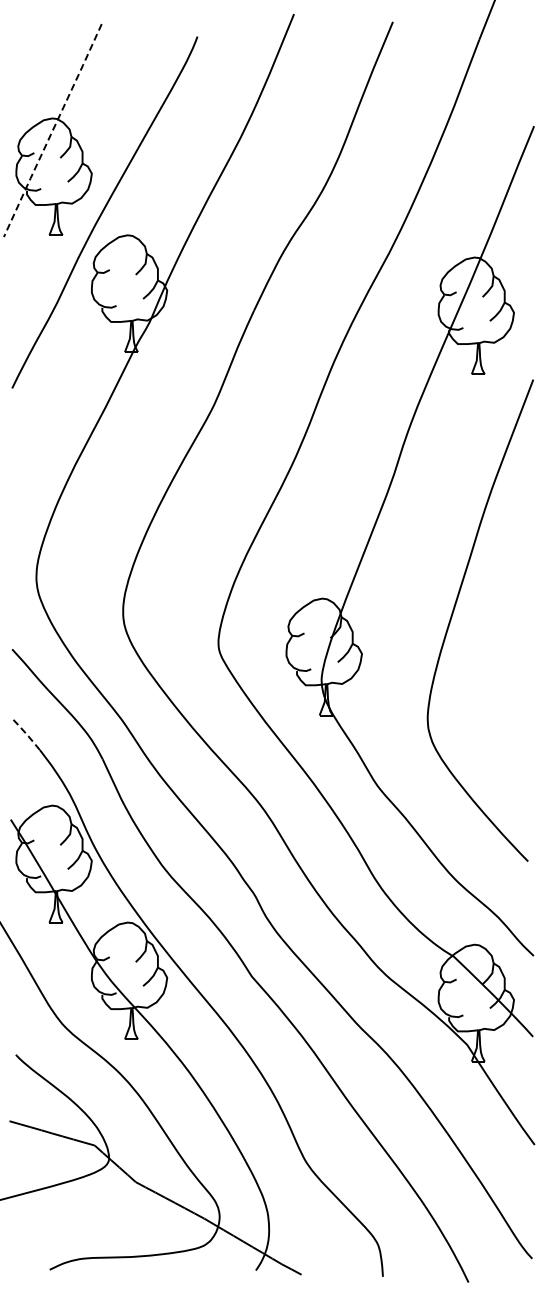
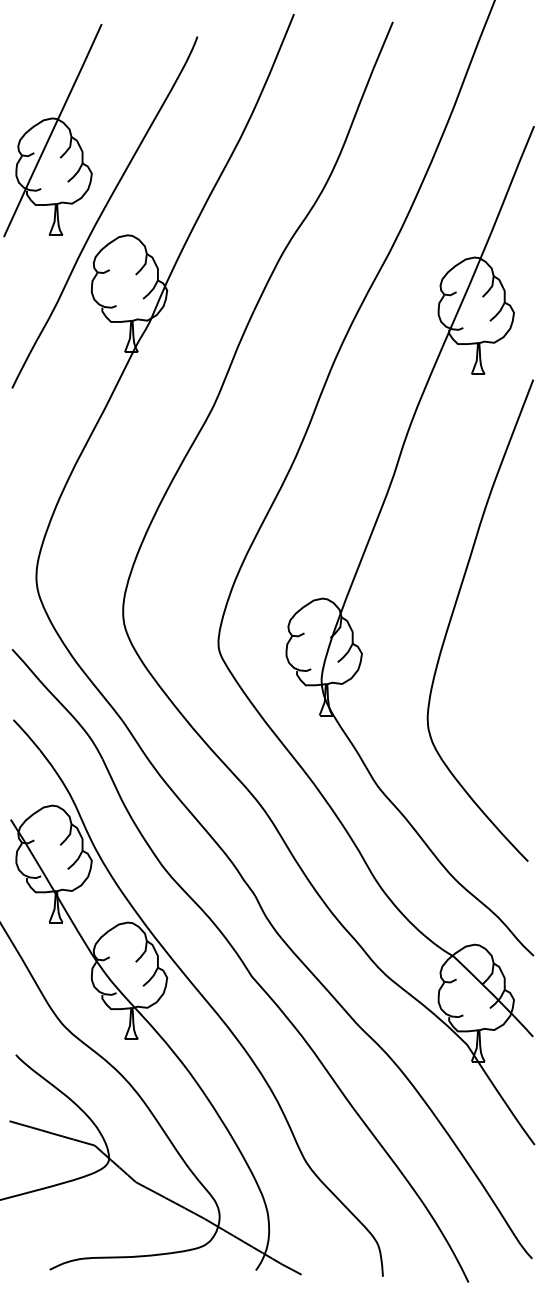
line at (52, 130): dashed -> solid
line at (27, 734): dashed -> solid
